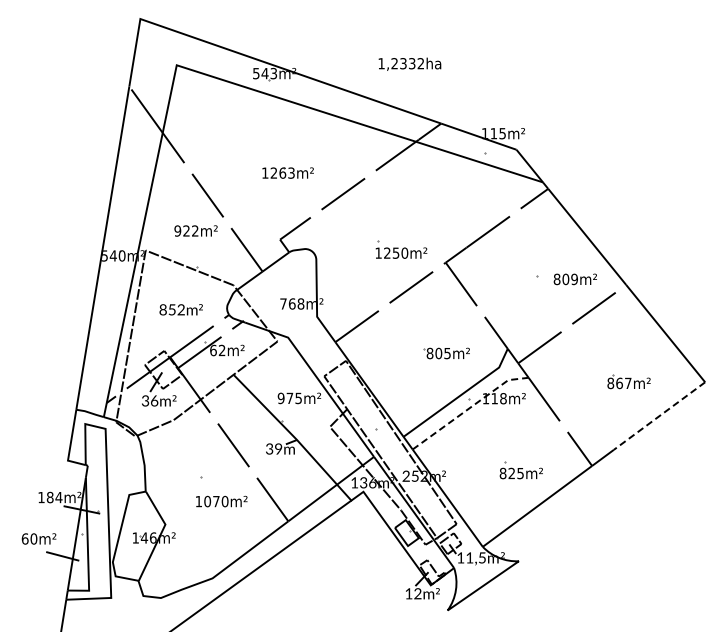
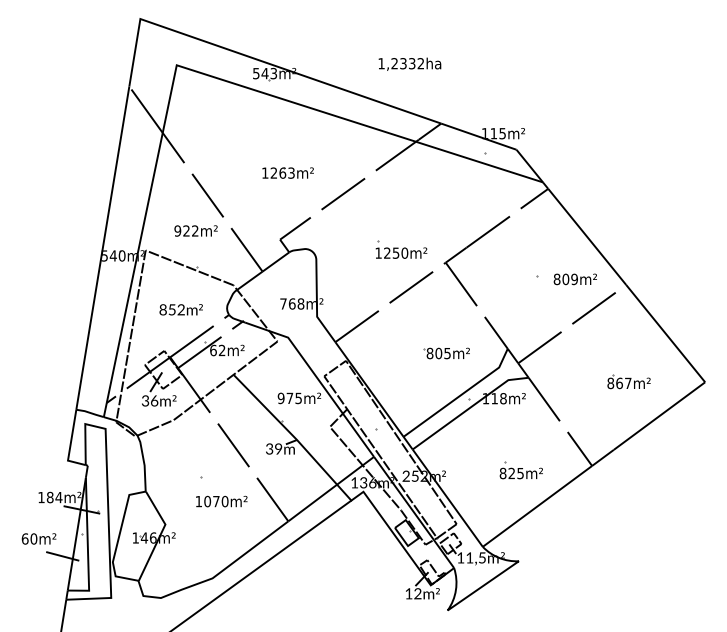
line at (469, 408): dashed -> solid
line at (659, 416): dashed -> solid
